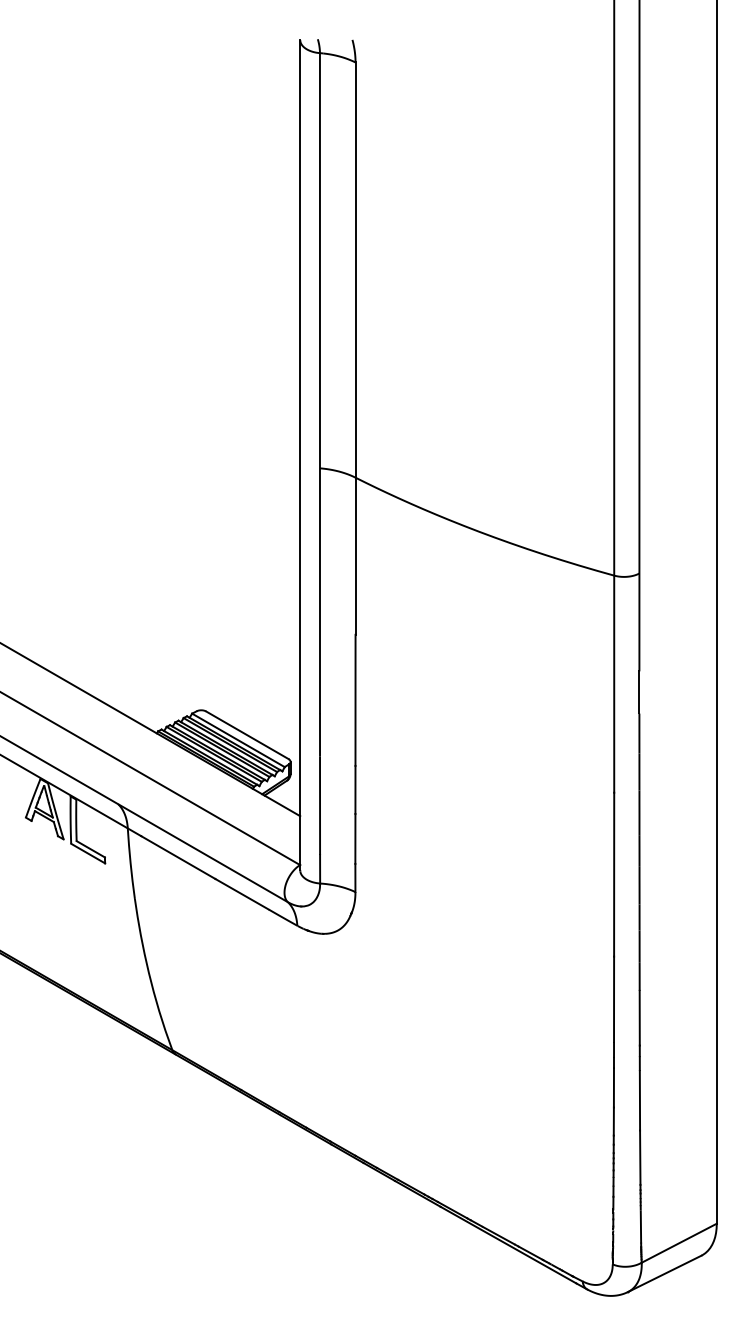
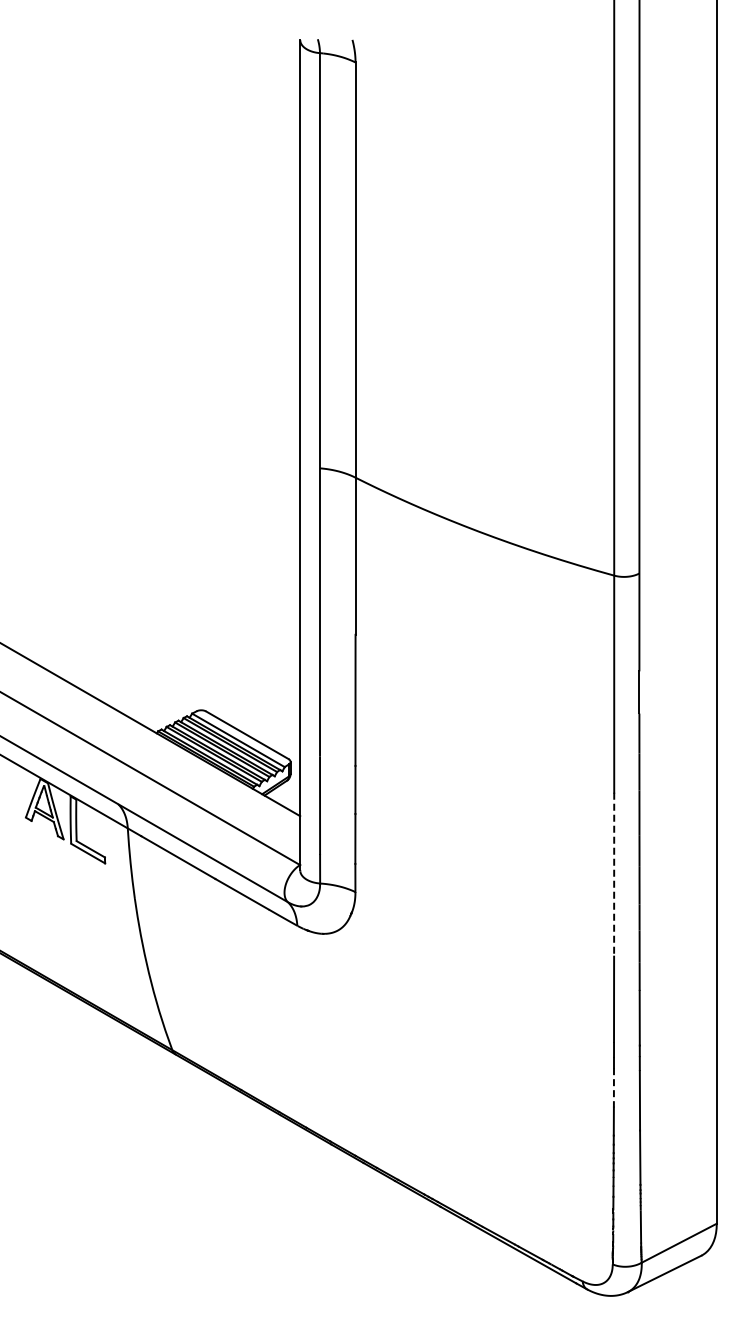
line at (614, 874): solid -> dashed
line at (613, 1087): solid -> dashed
